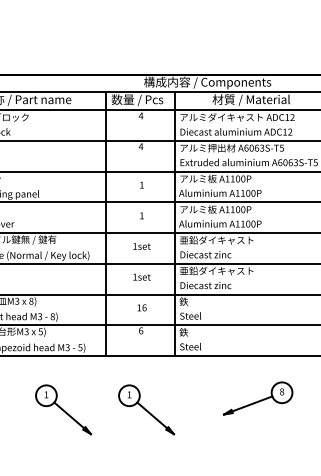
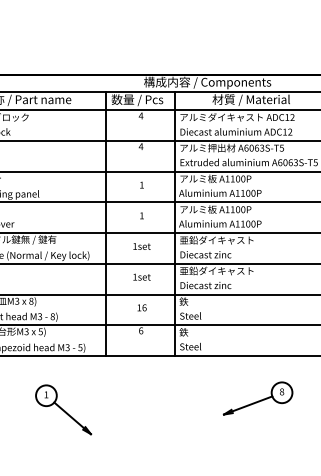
part at (146, 409): present -> none
